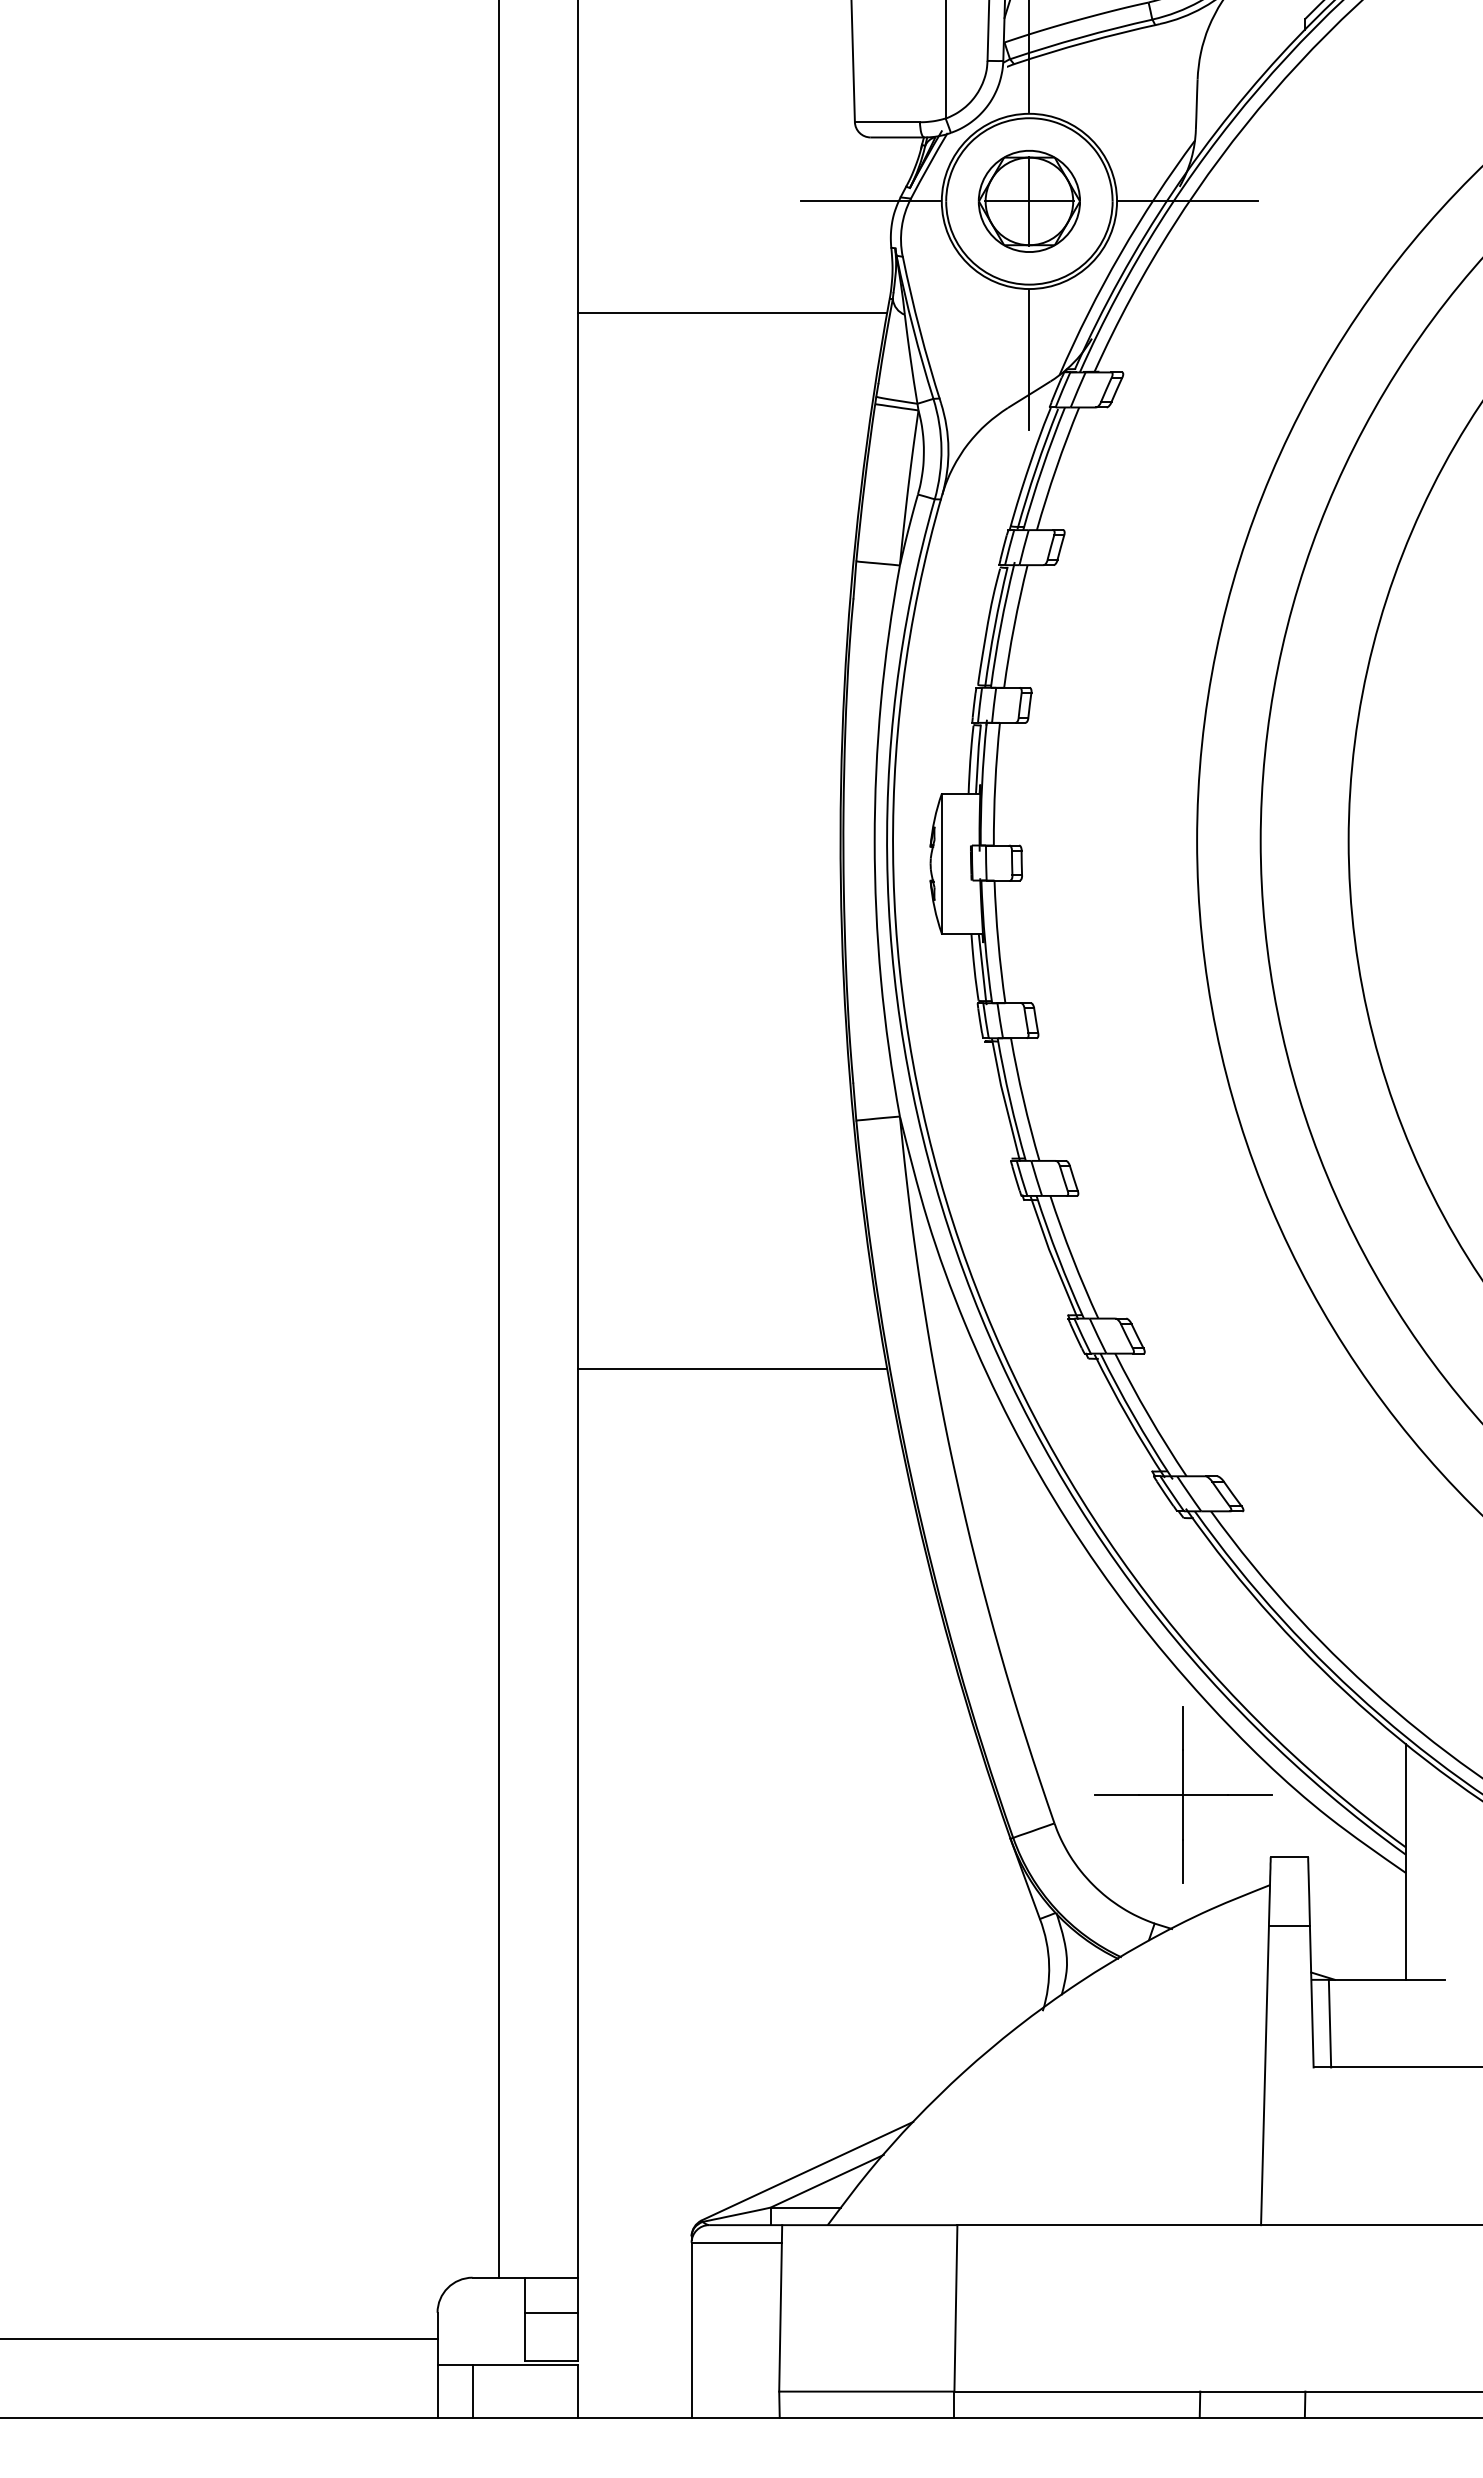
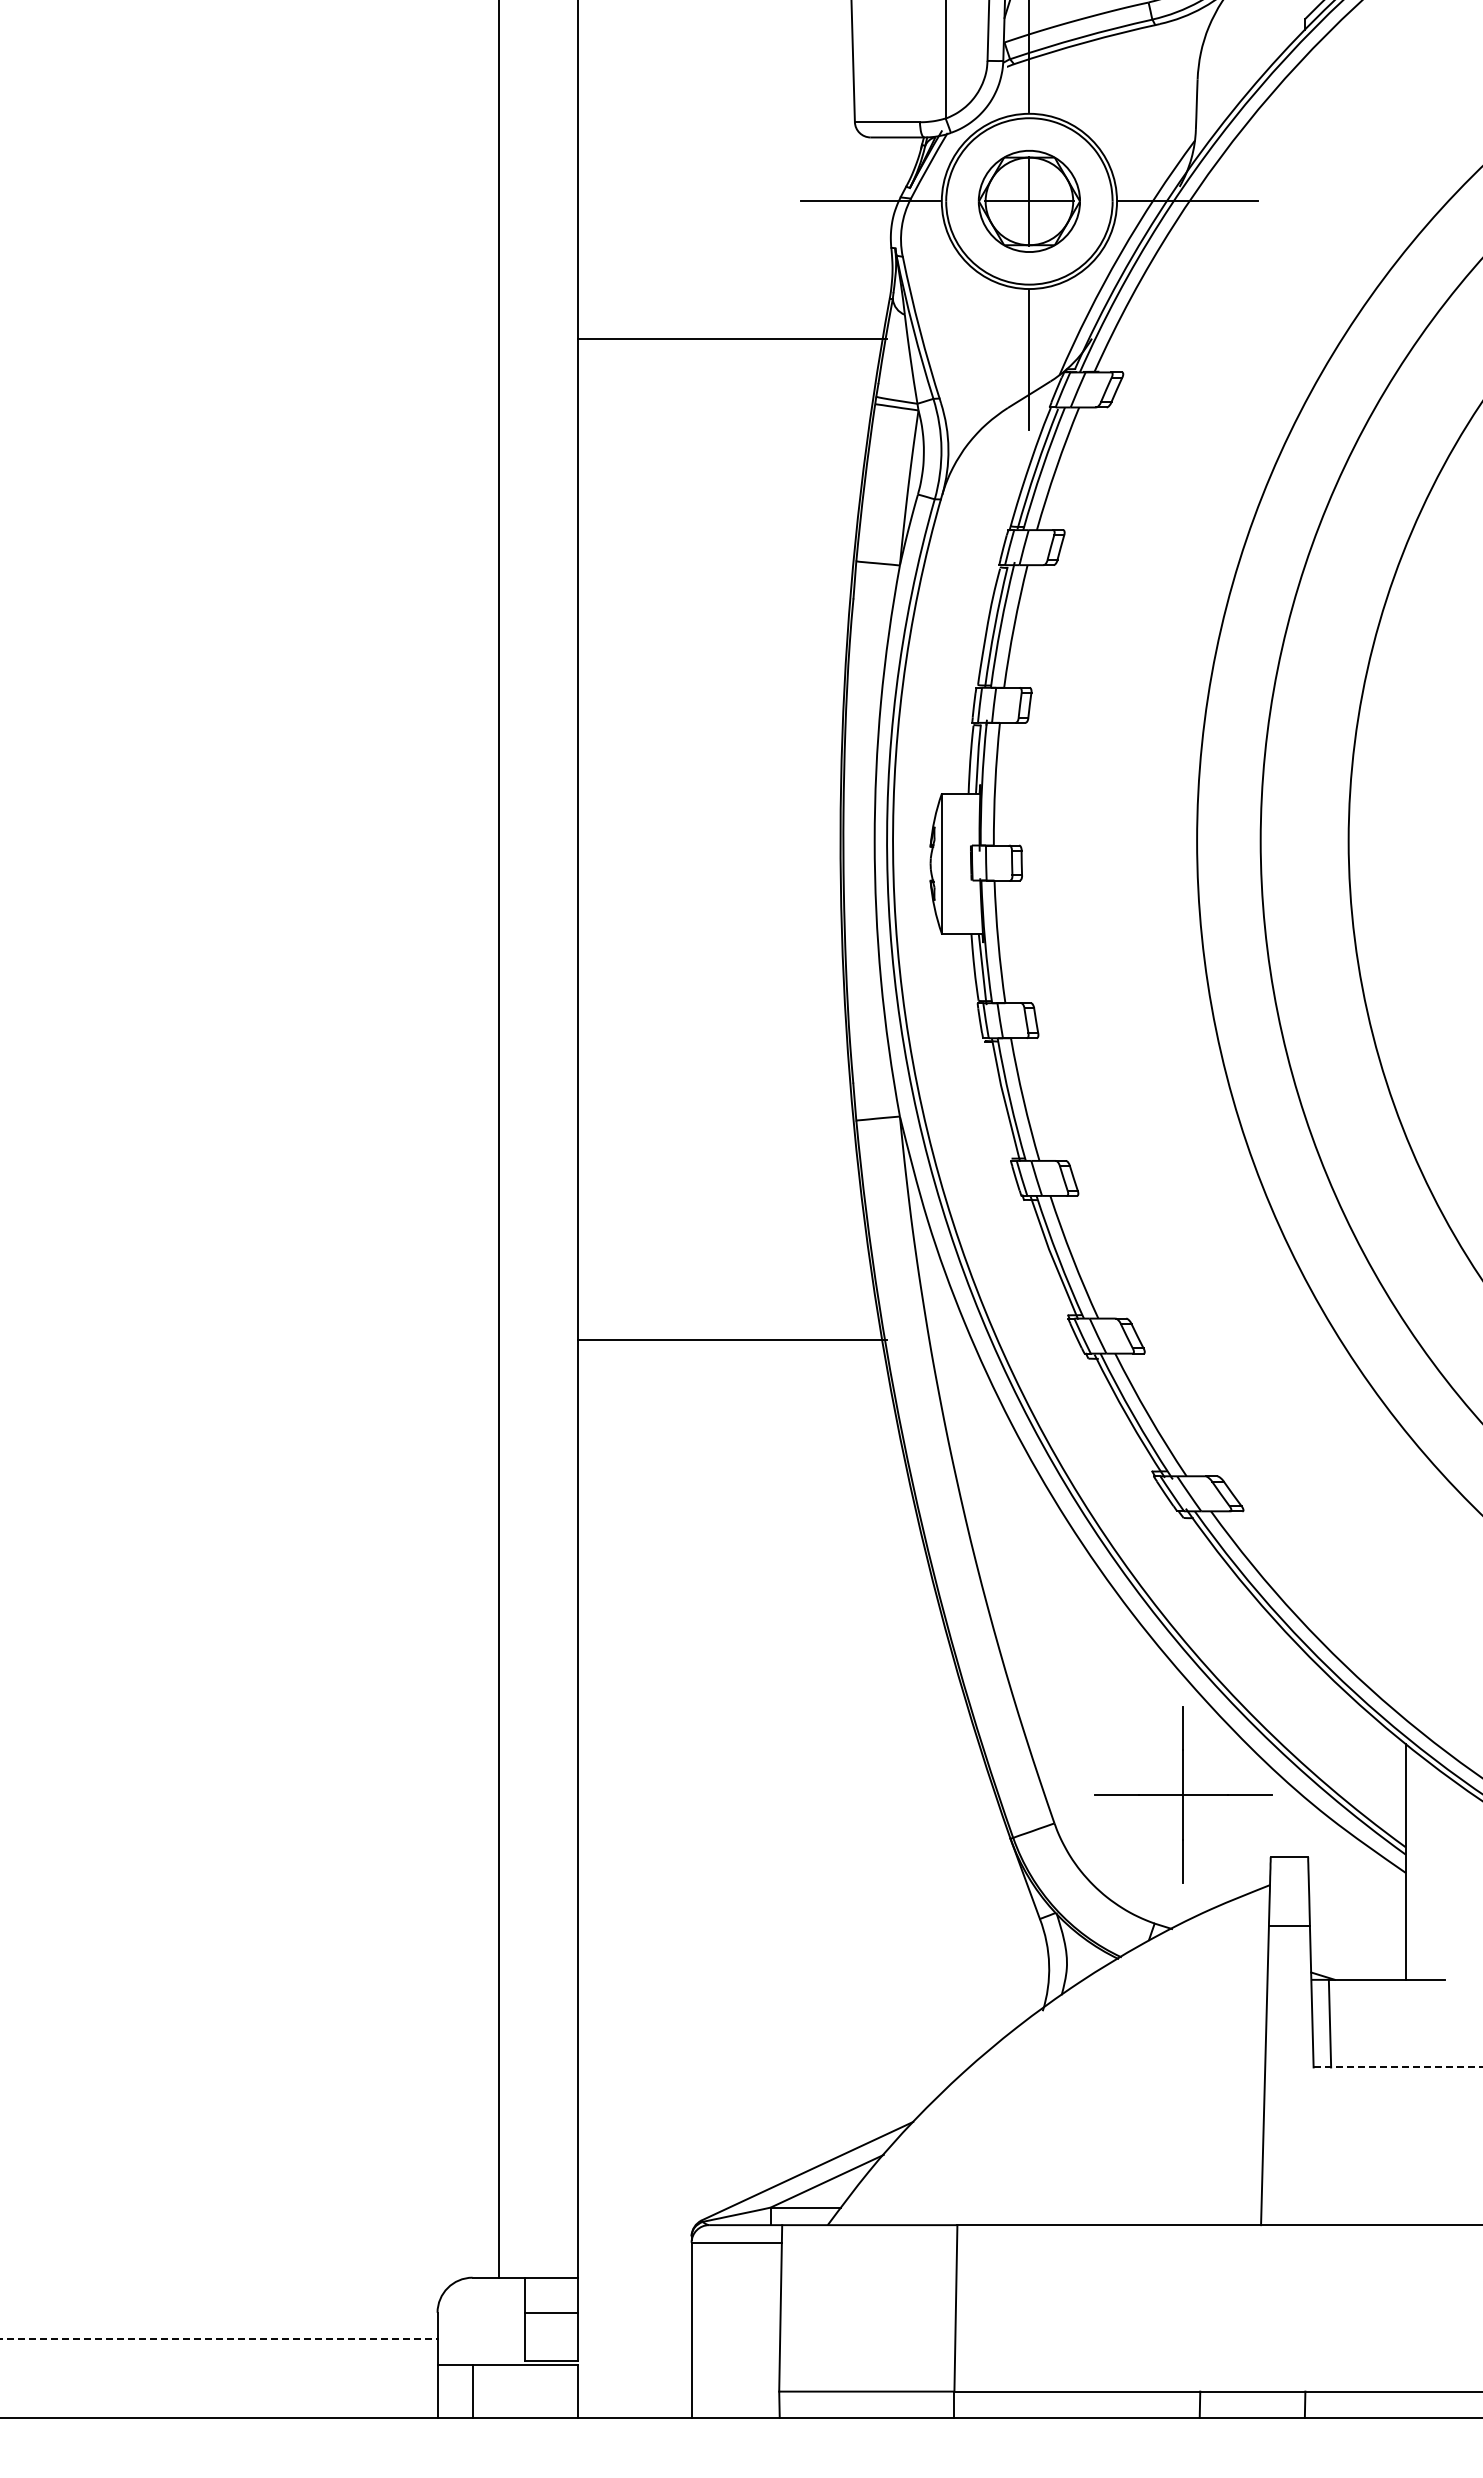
line at (732, 312) position: (732, 312) -> (732, 338)
line at (732, 1369) position: (732, 1369) -> (732, 1340)
line at (1398, 2067): solid -> dashed
line at (219, 2339): solid -> dashed
